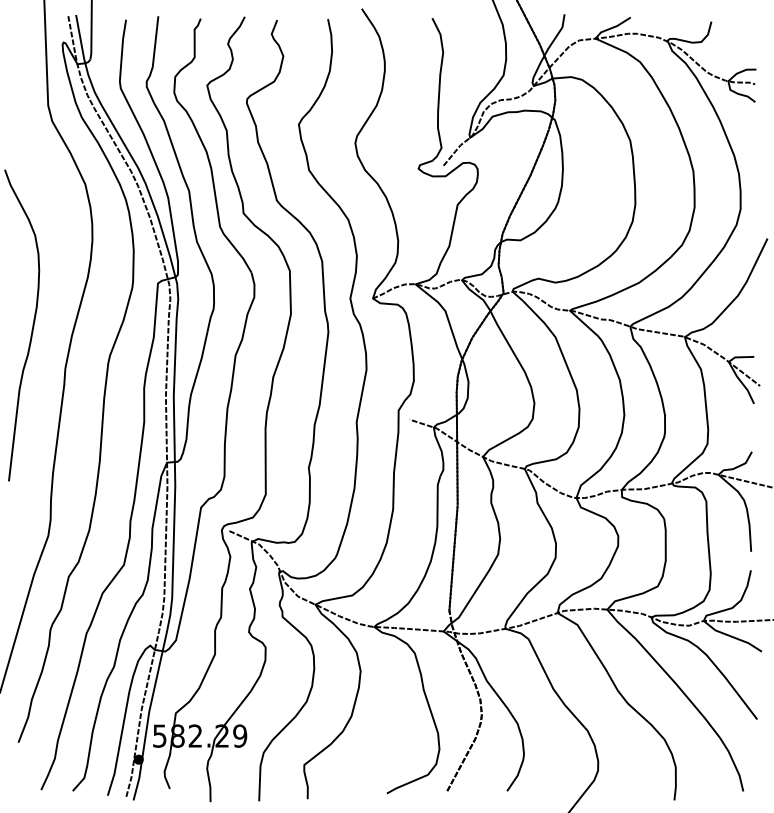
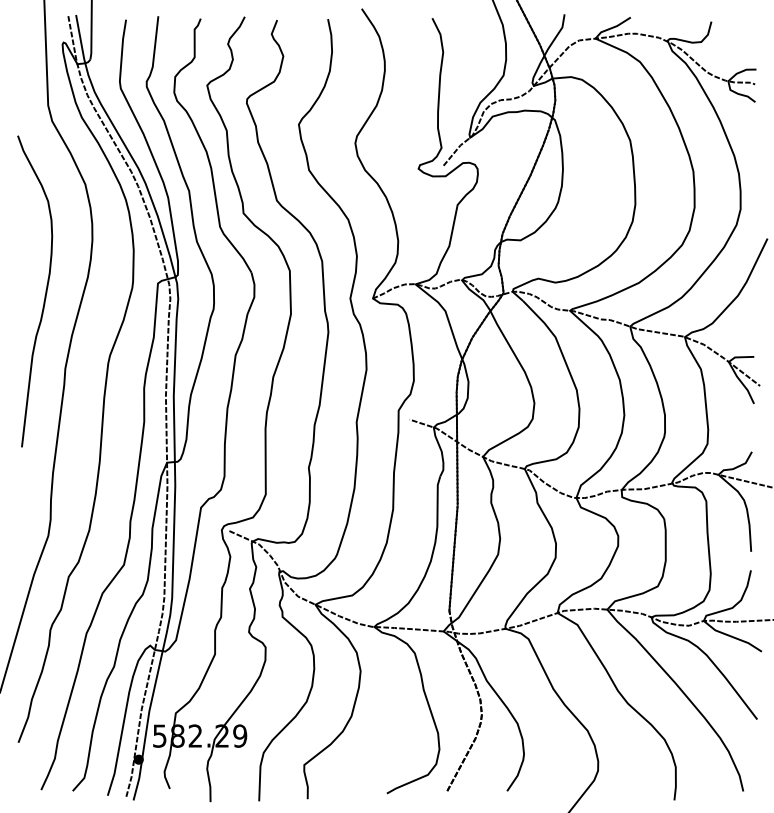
curve at (31, 329) position: (31, 329) -> (44, 295)
